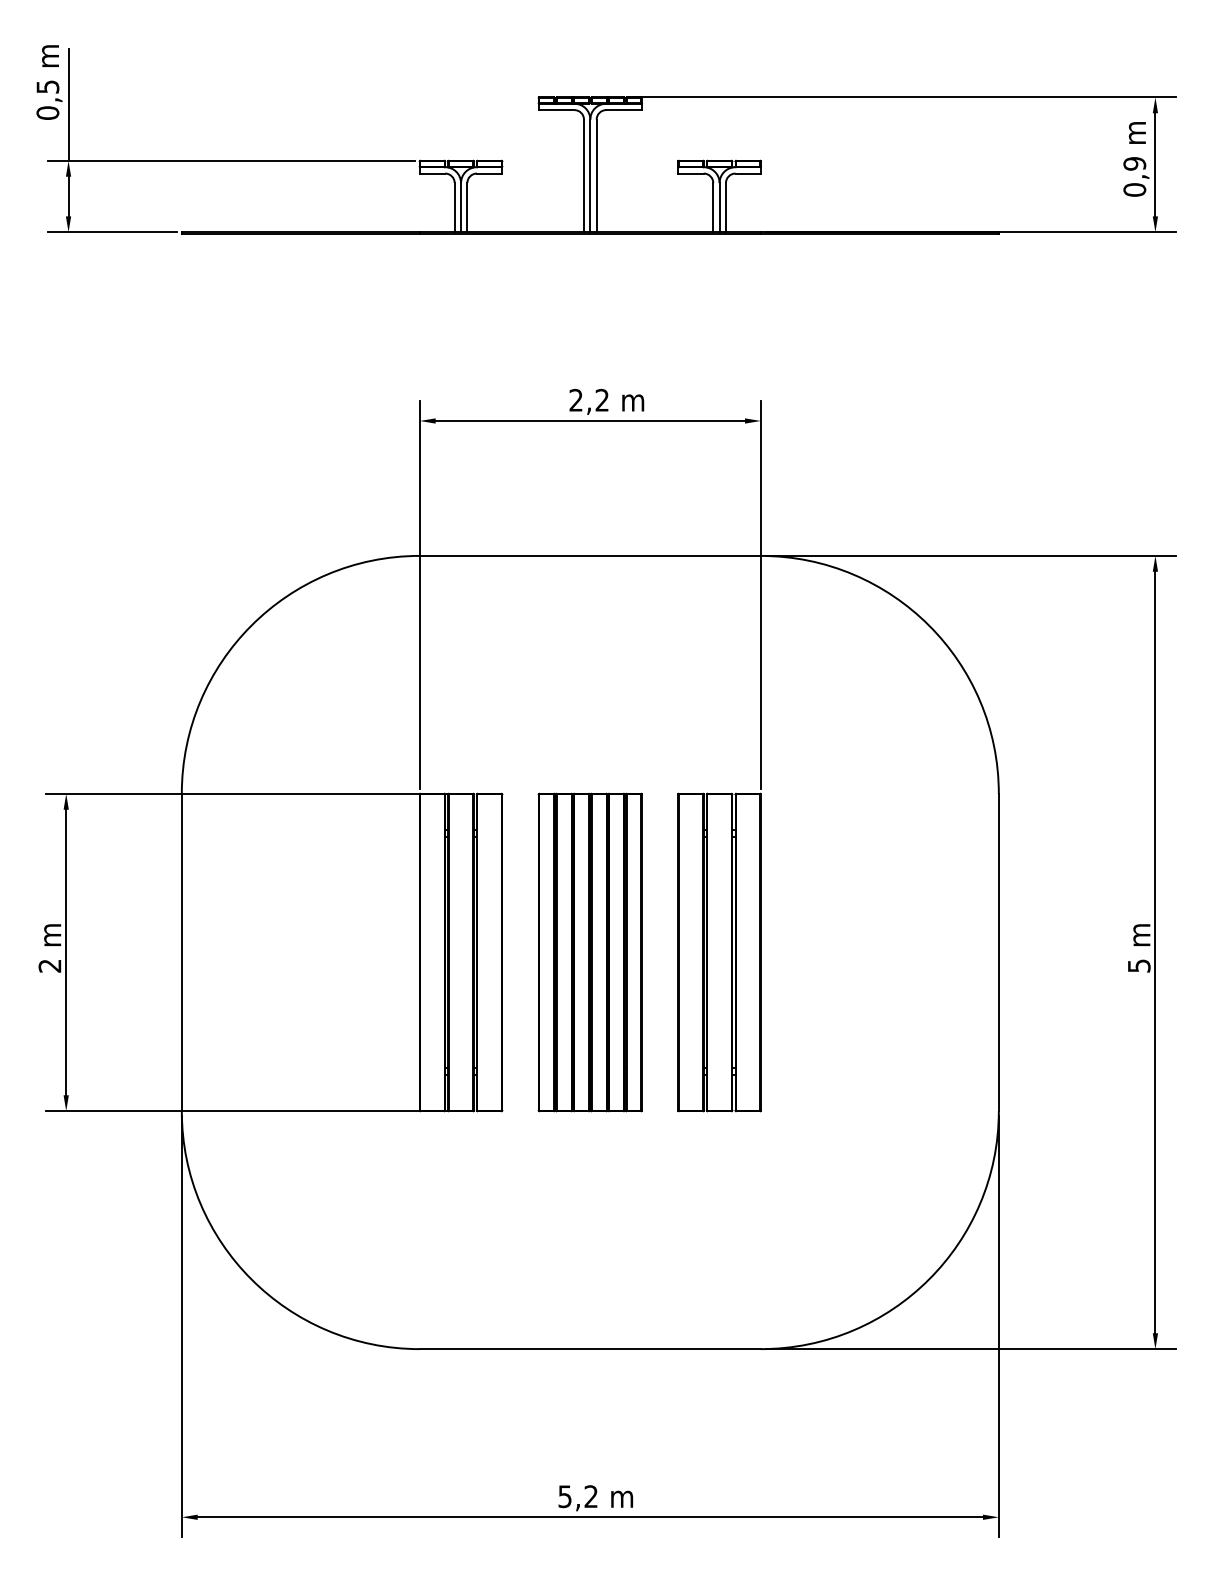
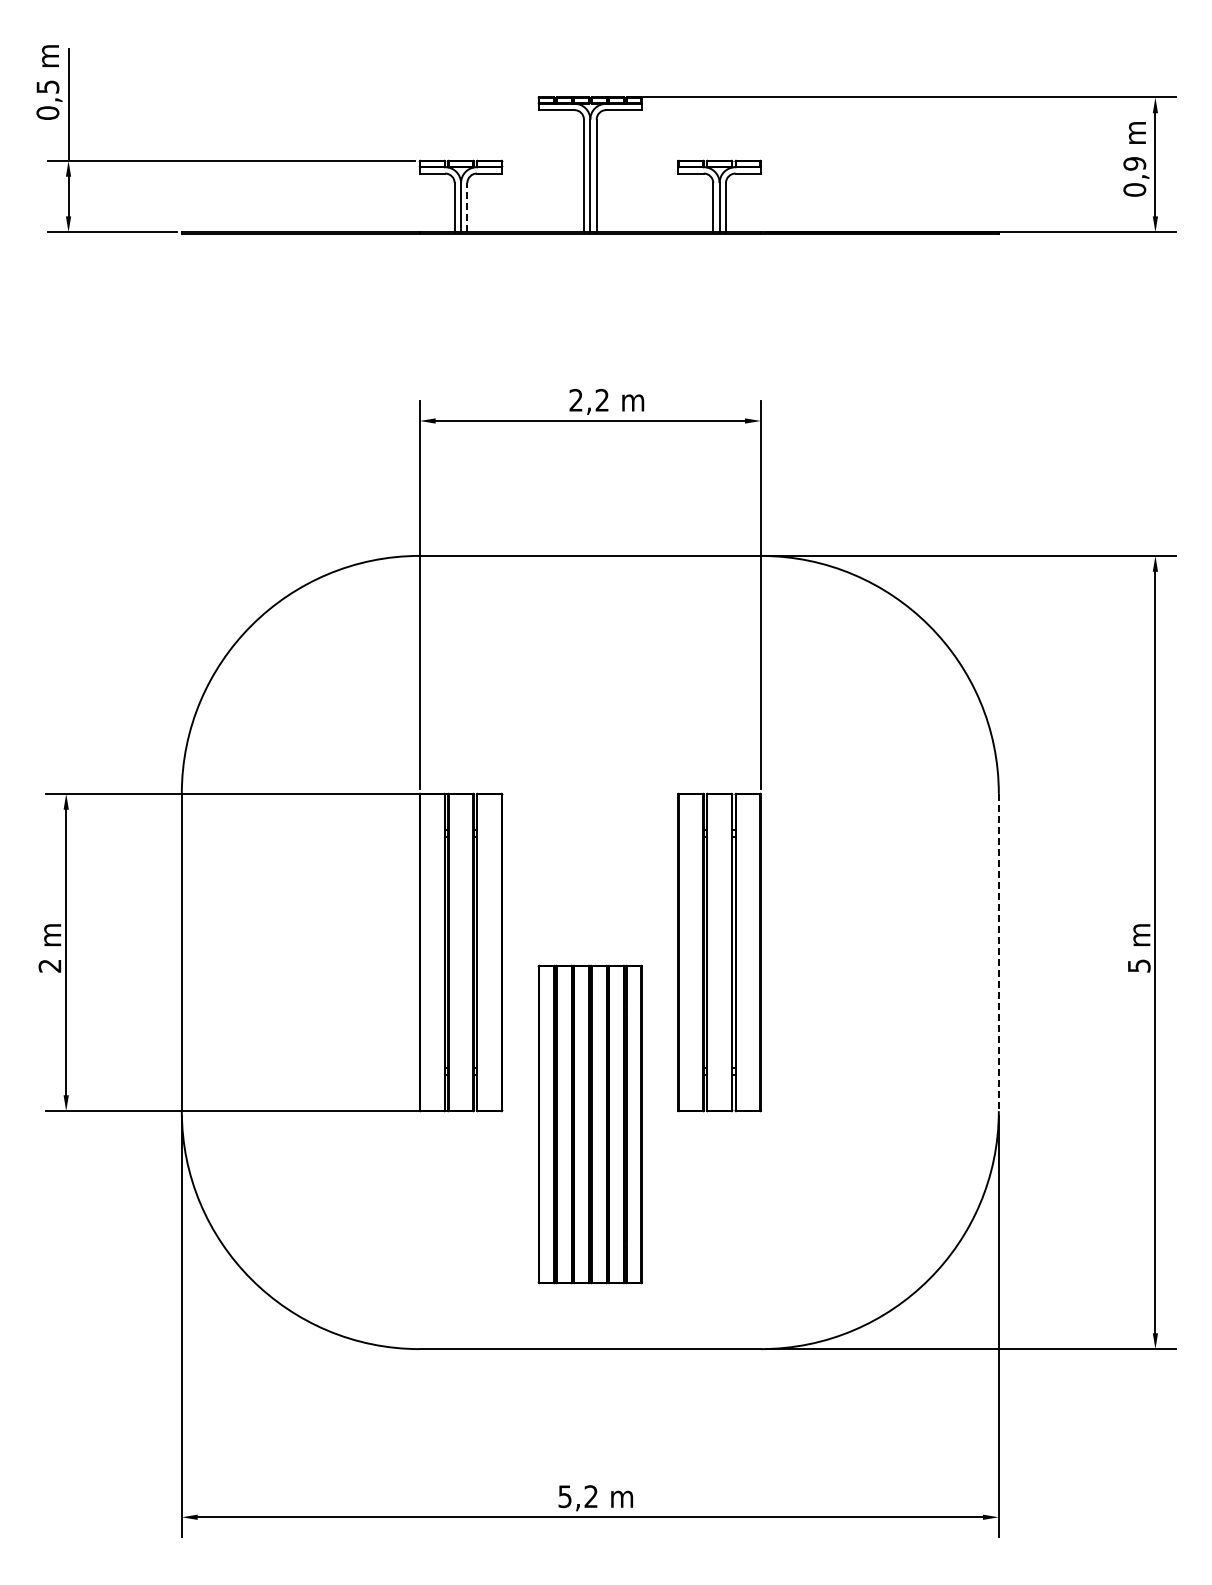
line at (467, 207): solid -> dashed
part at (589, 952) position: (589, 952) -> (589, 1124)
line at (998, 952): solid -> dashed
